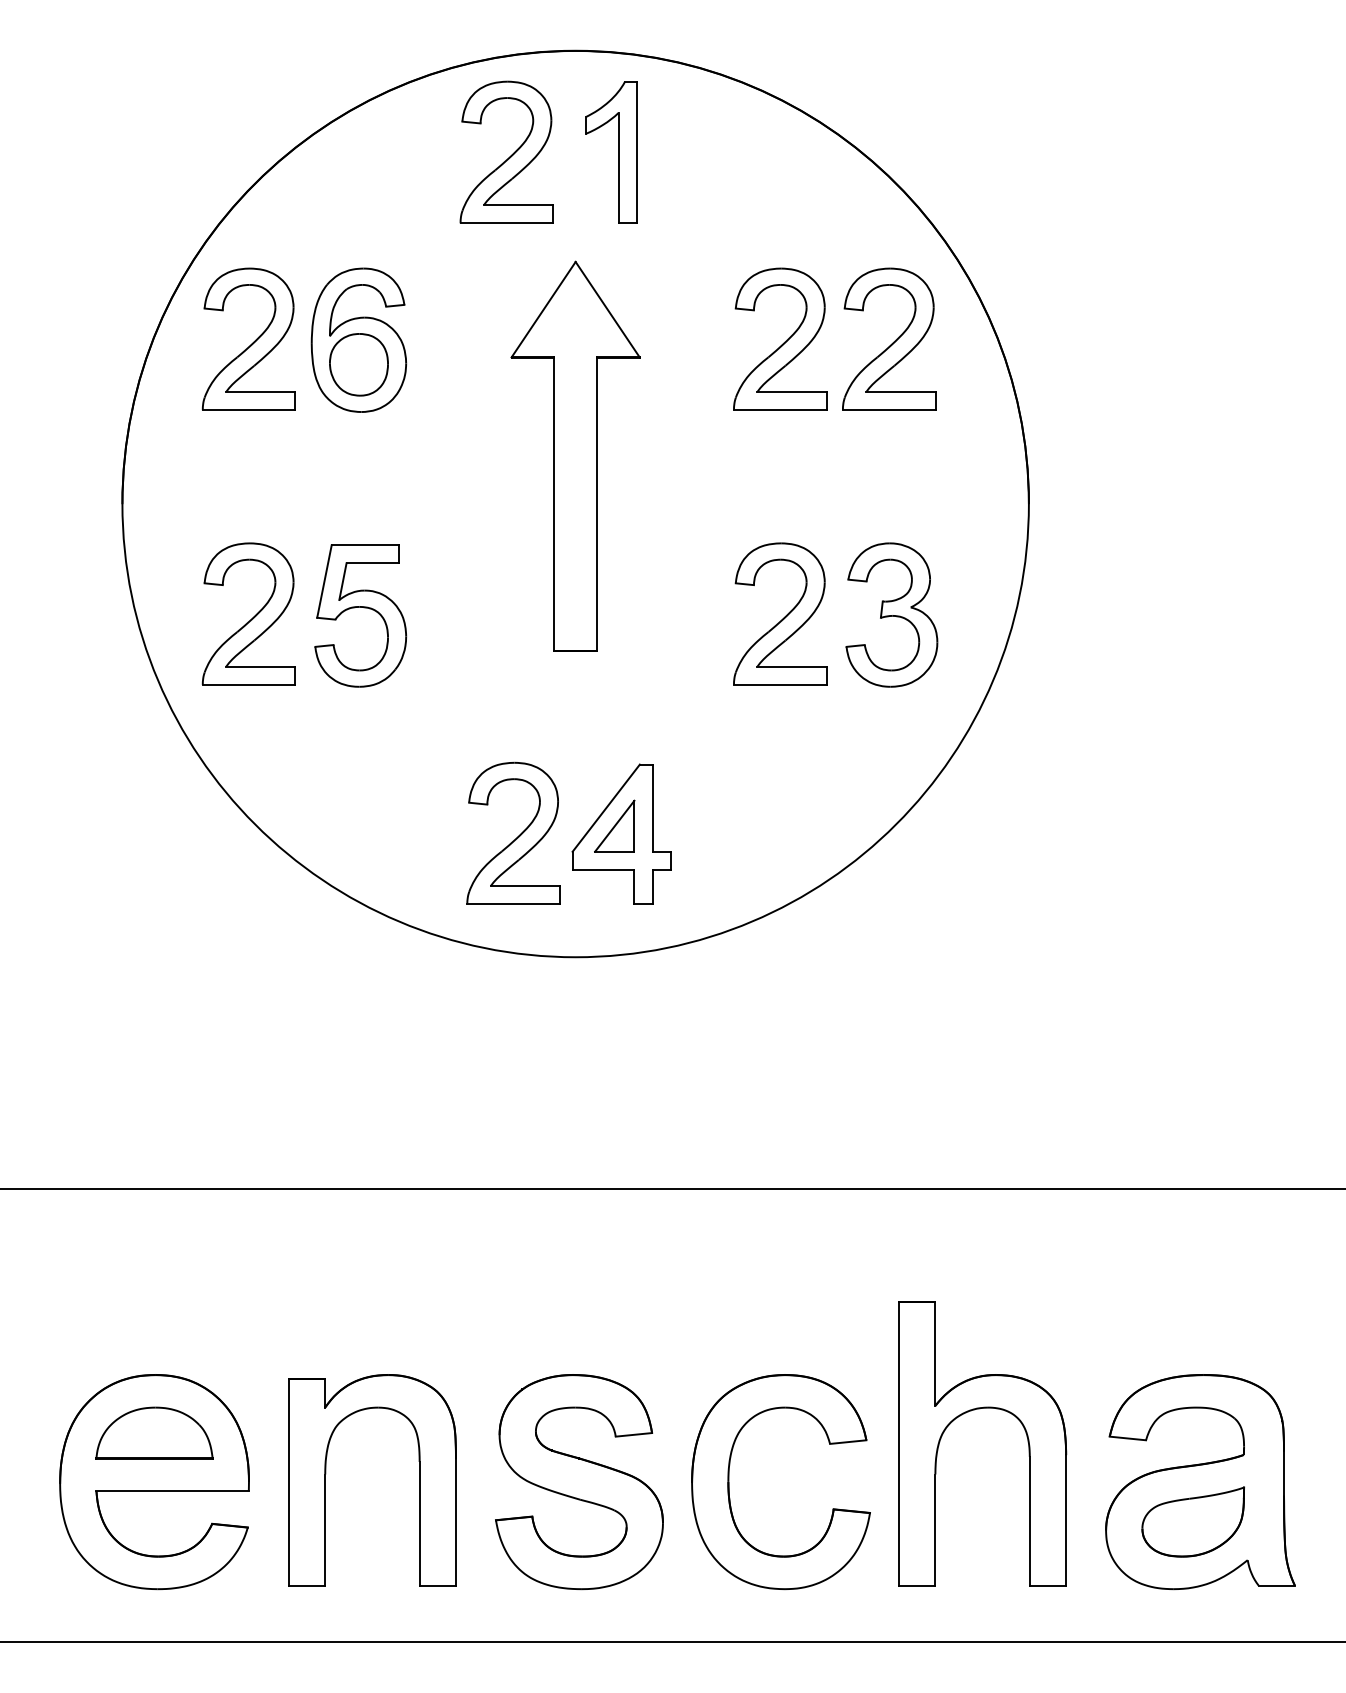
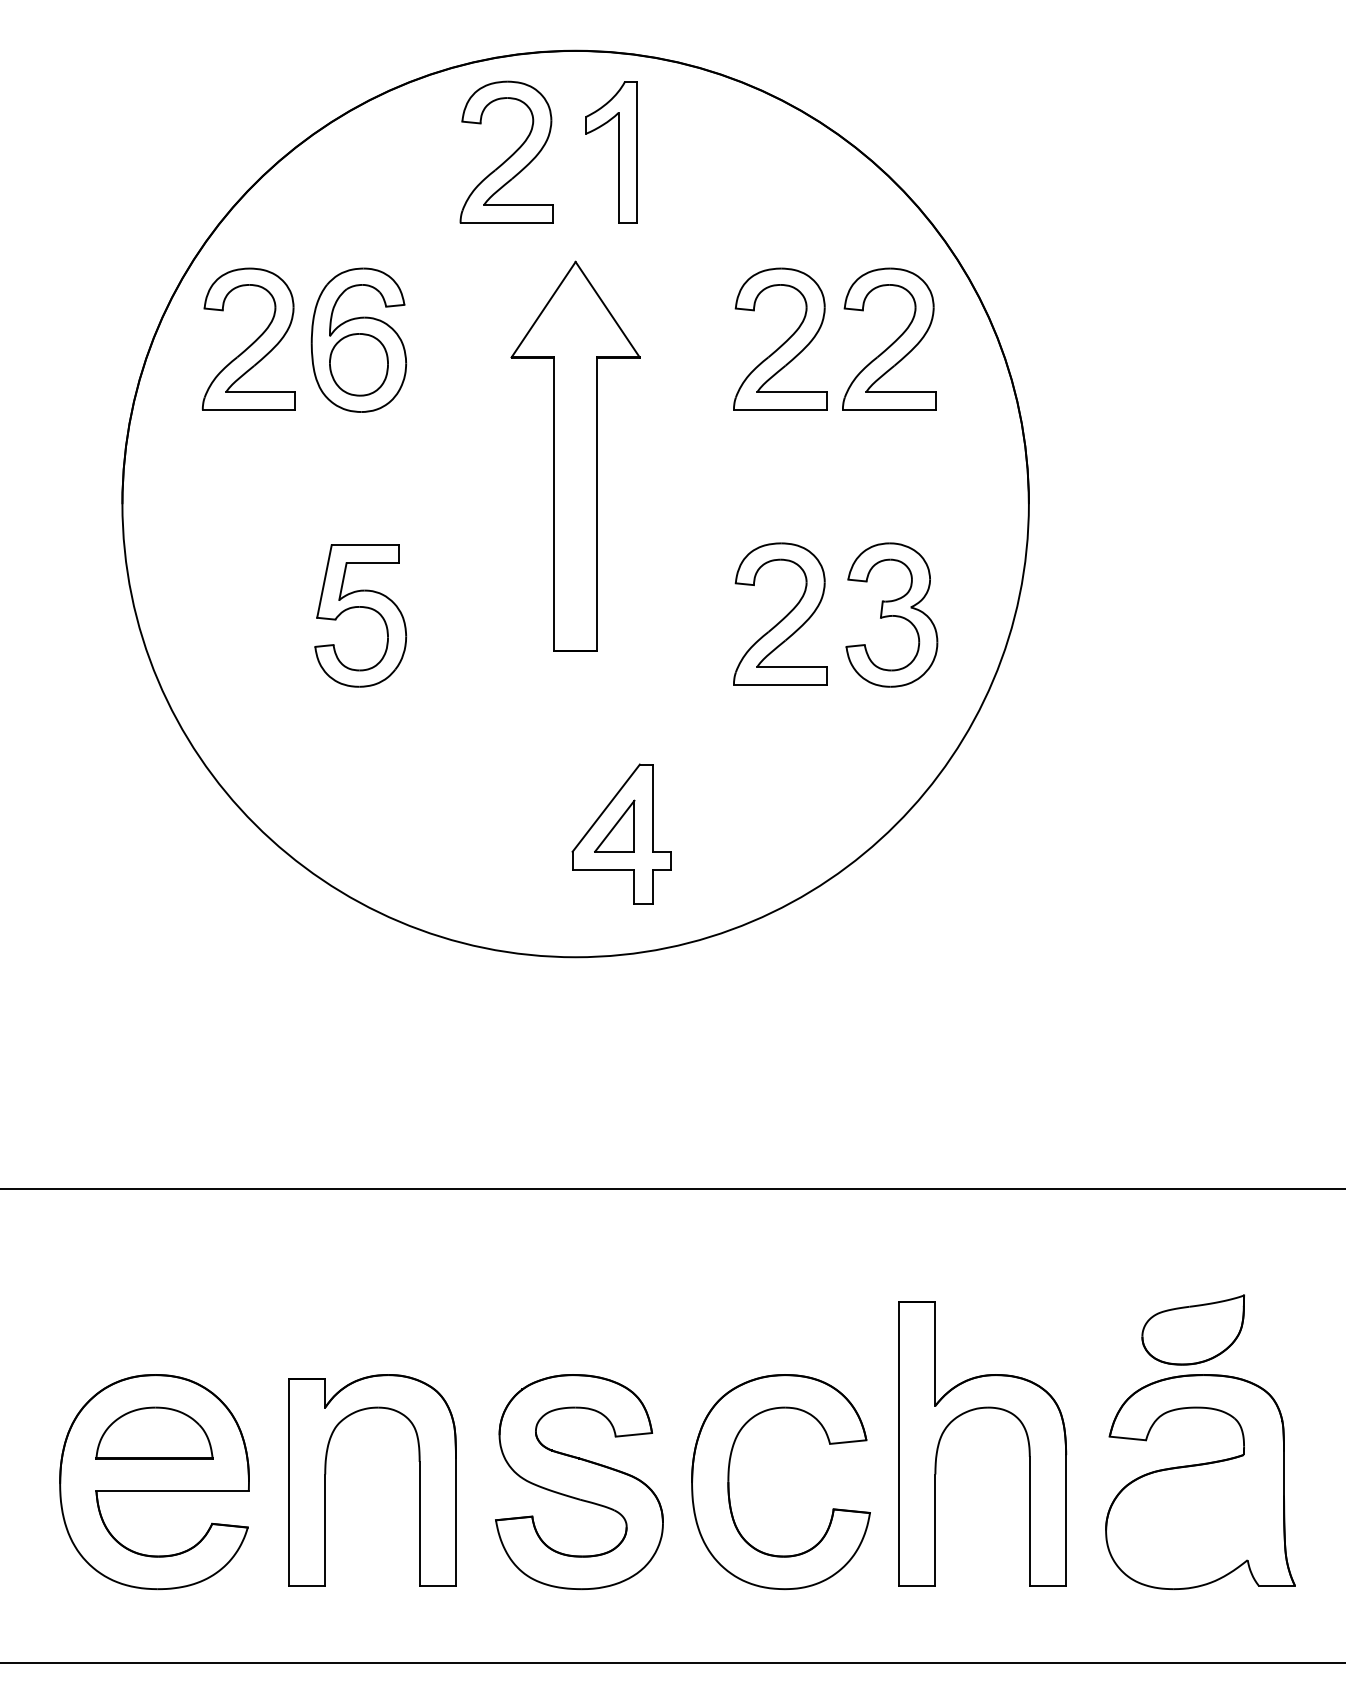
part at (248, 613): present -> none
part at (513, 832): present -> none
part at (1192, 1521) position: (1192, 1521) -> (1192, 1329)
line at (672, 1642) position: (672, 1642) -> (672, 1663)
